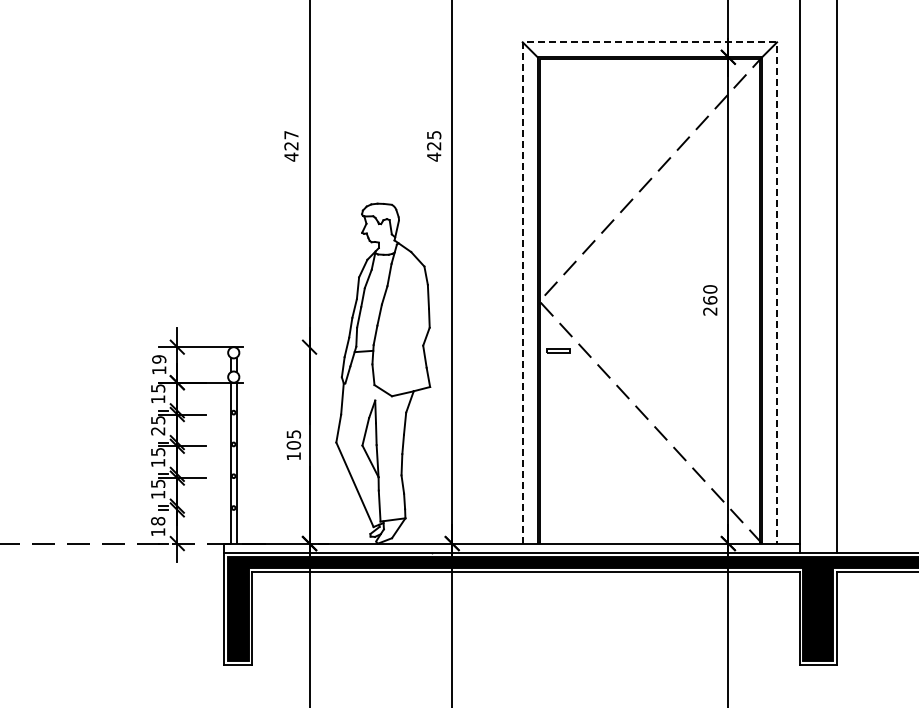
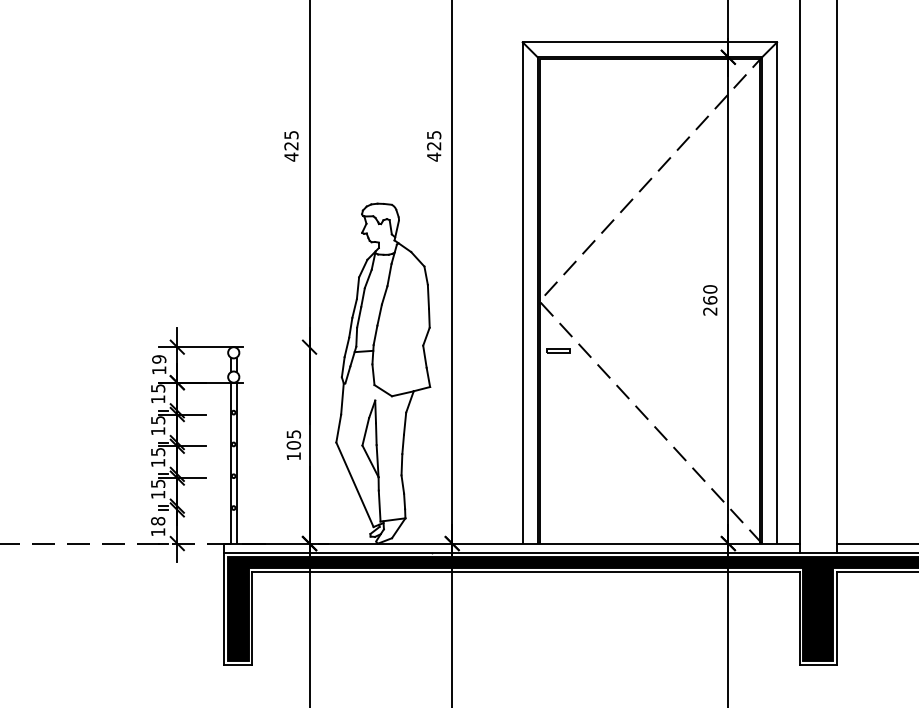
line at (650, 42): dashed -> solid
text at (291, 135): 427 -> 425
text at (158, 431): 25 -> 15
line at (875, 543): none -> present
